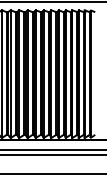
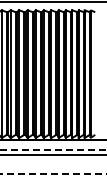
line at (53, 150): solid -> dashed
line at (53, 174): solid -> dashed
